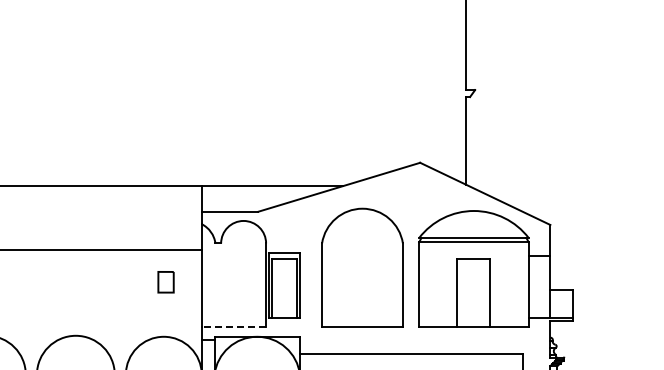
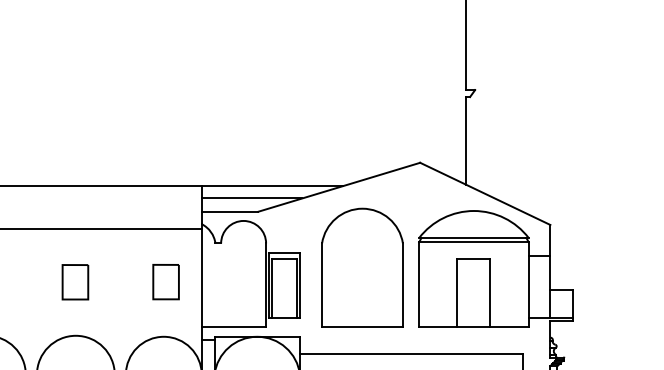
line at (251, 198): none -> present
line at (101, 249) position: (101, 249) -> (101, 228)
part at (75, 282): none -> present
part at (165, 282) size: 18x23 px -> 28x37 px
line at (233, 326): dashed -> solid
